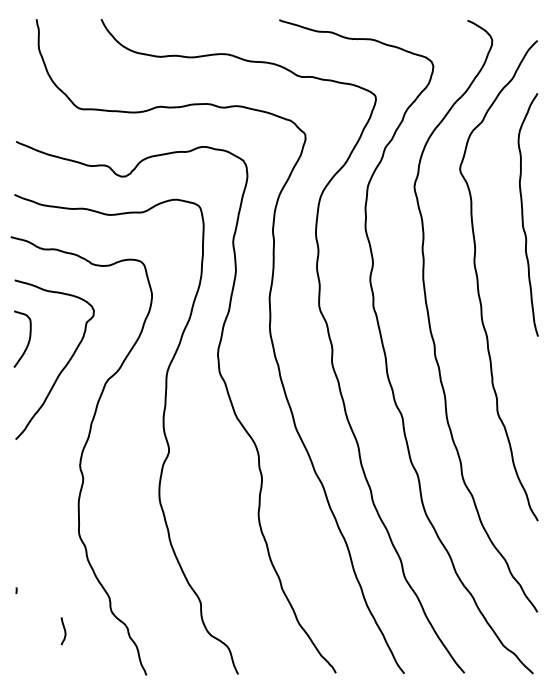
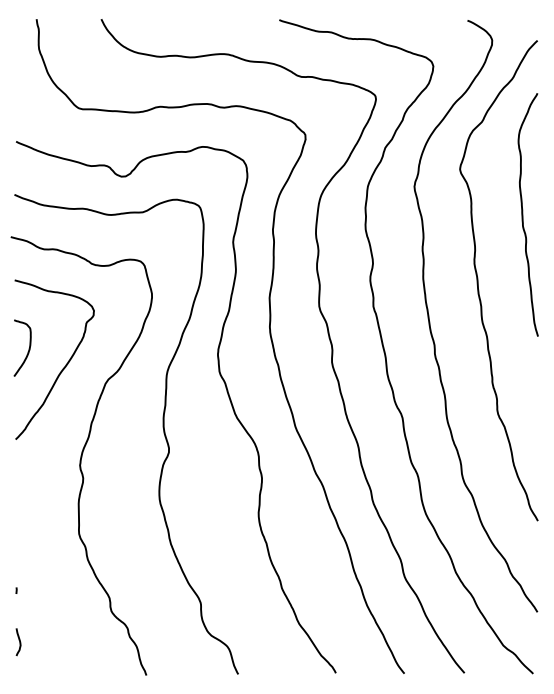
curve at (28, 339) position: (28, 339) -> (28, 348)
curve at (64, 631) position: (64, 631) -> (19, 642)
